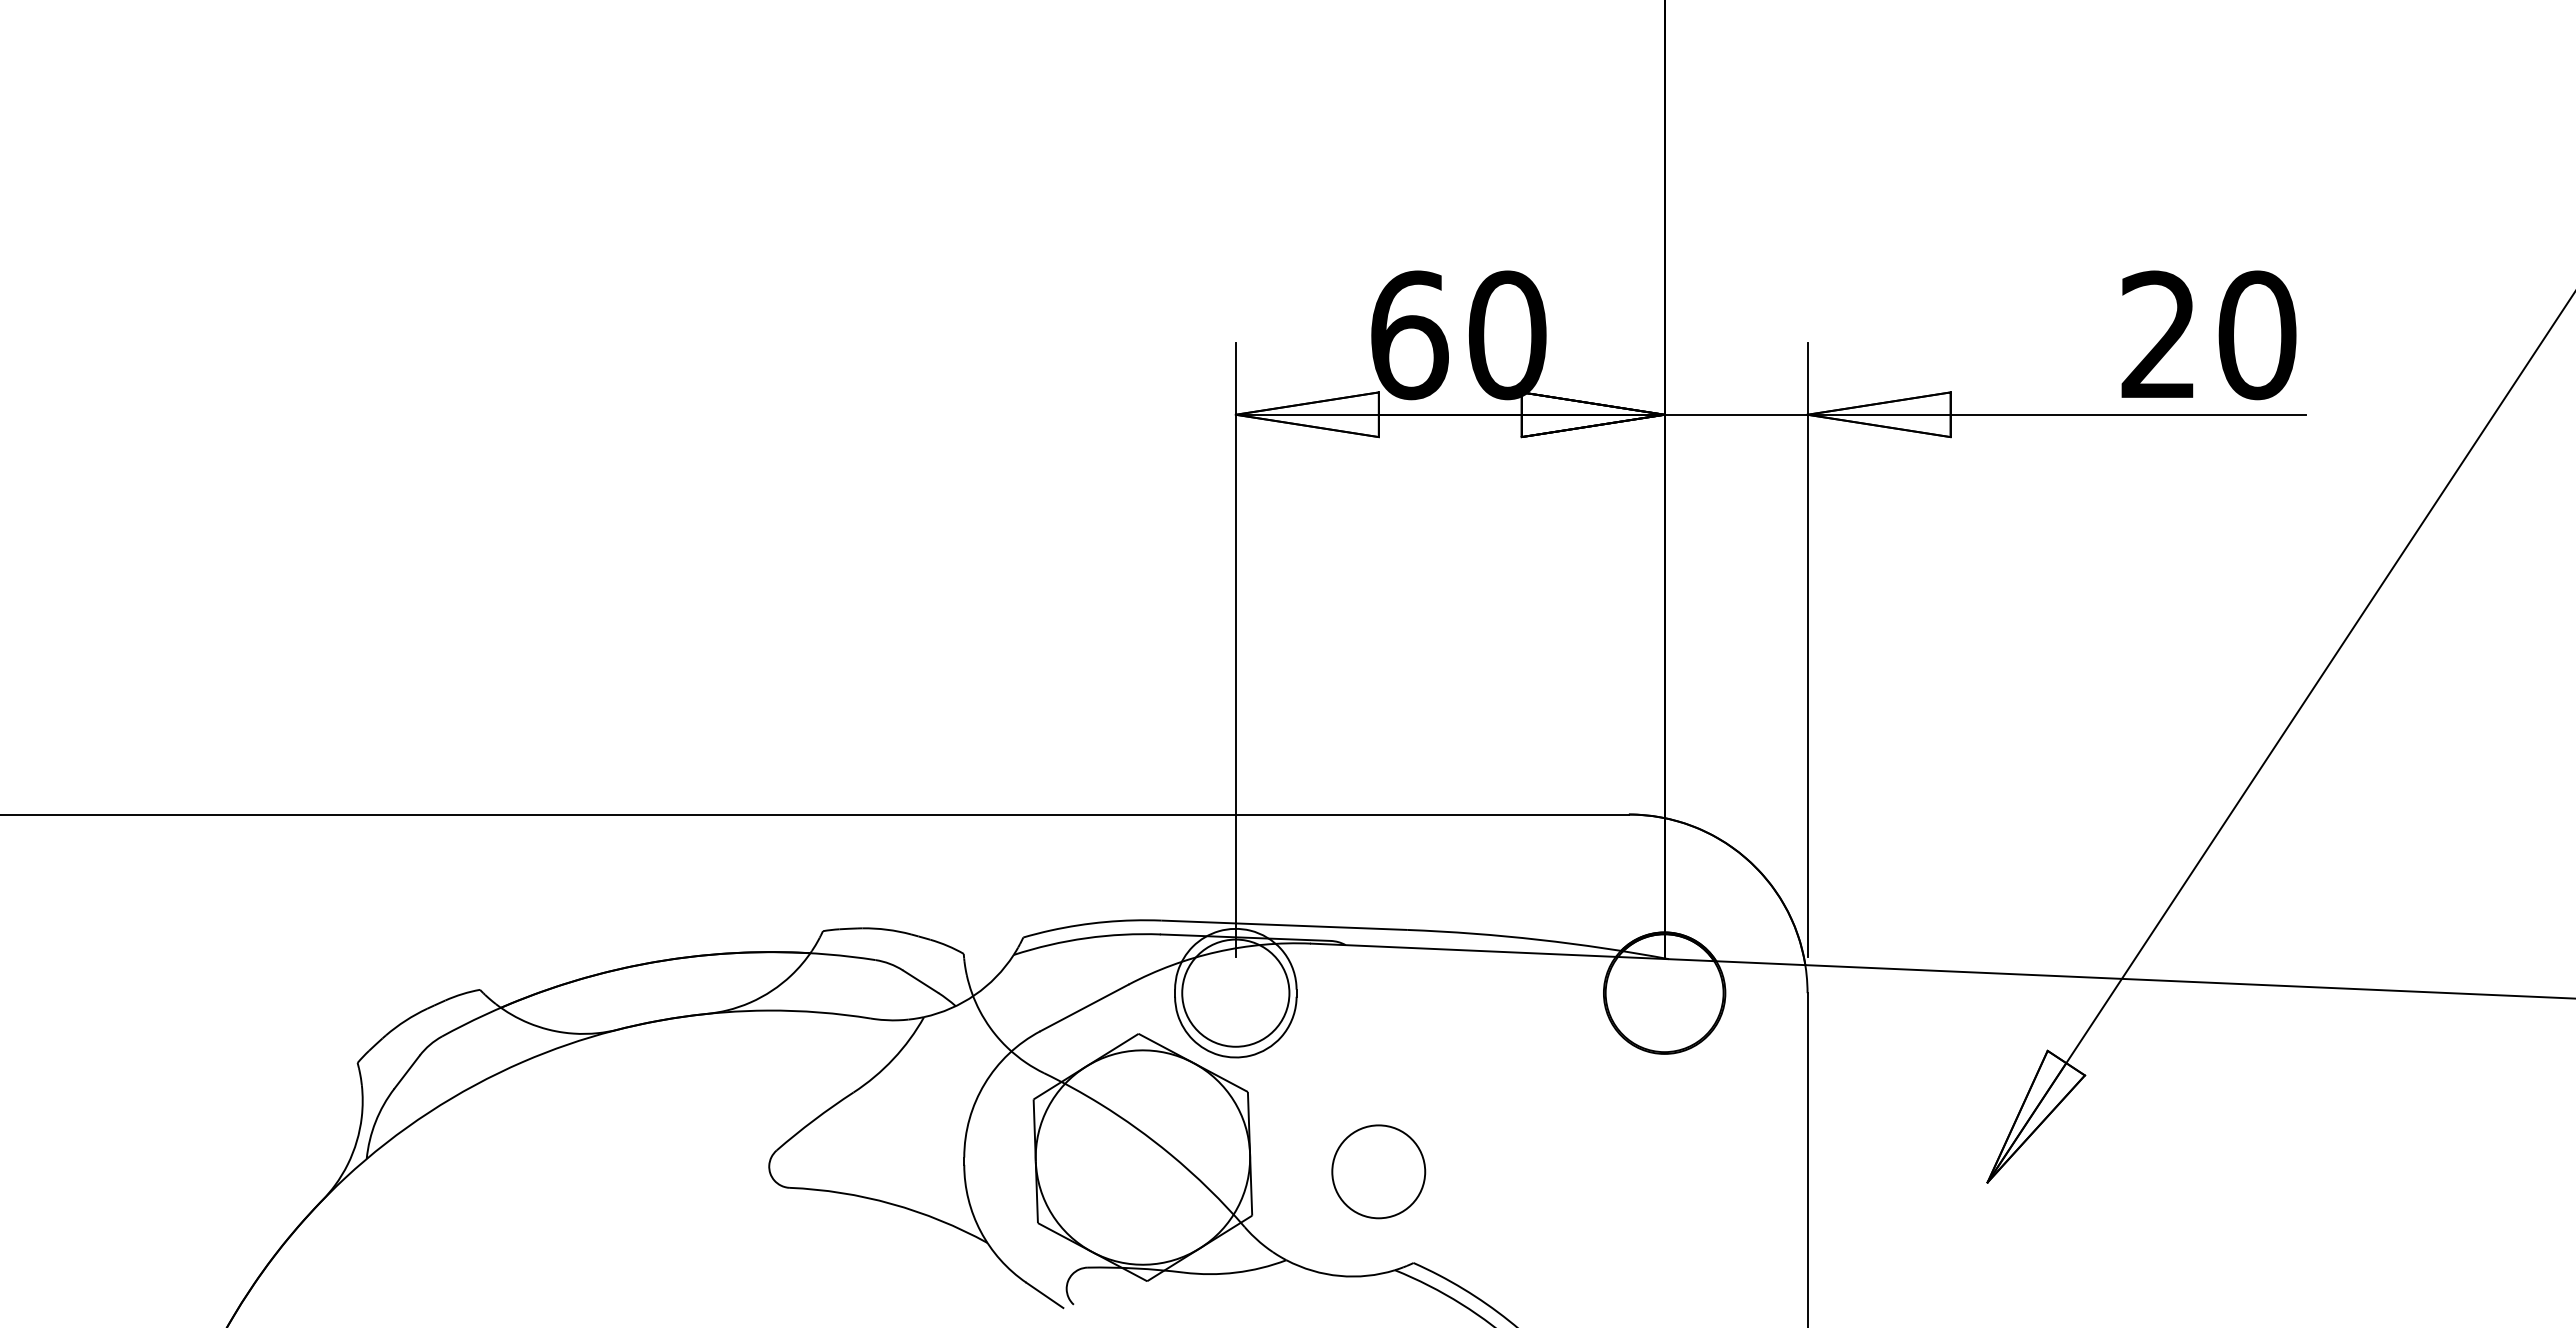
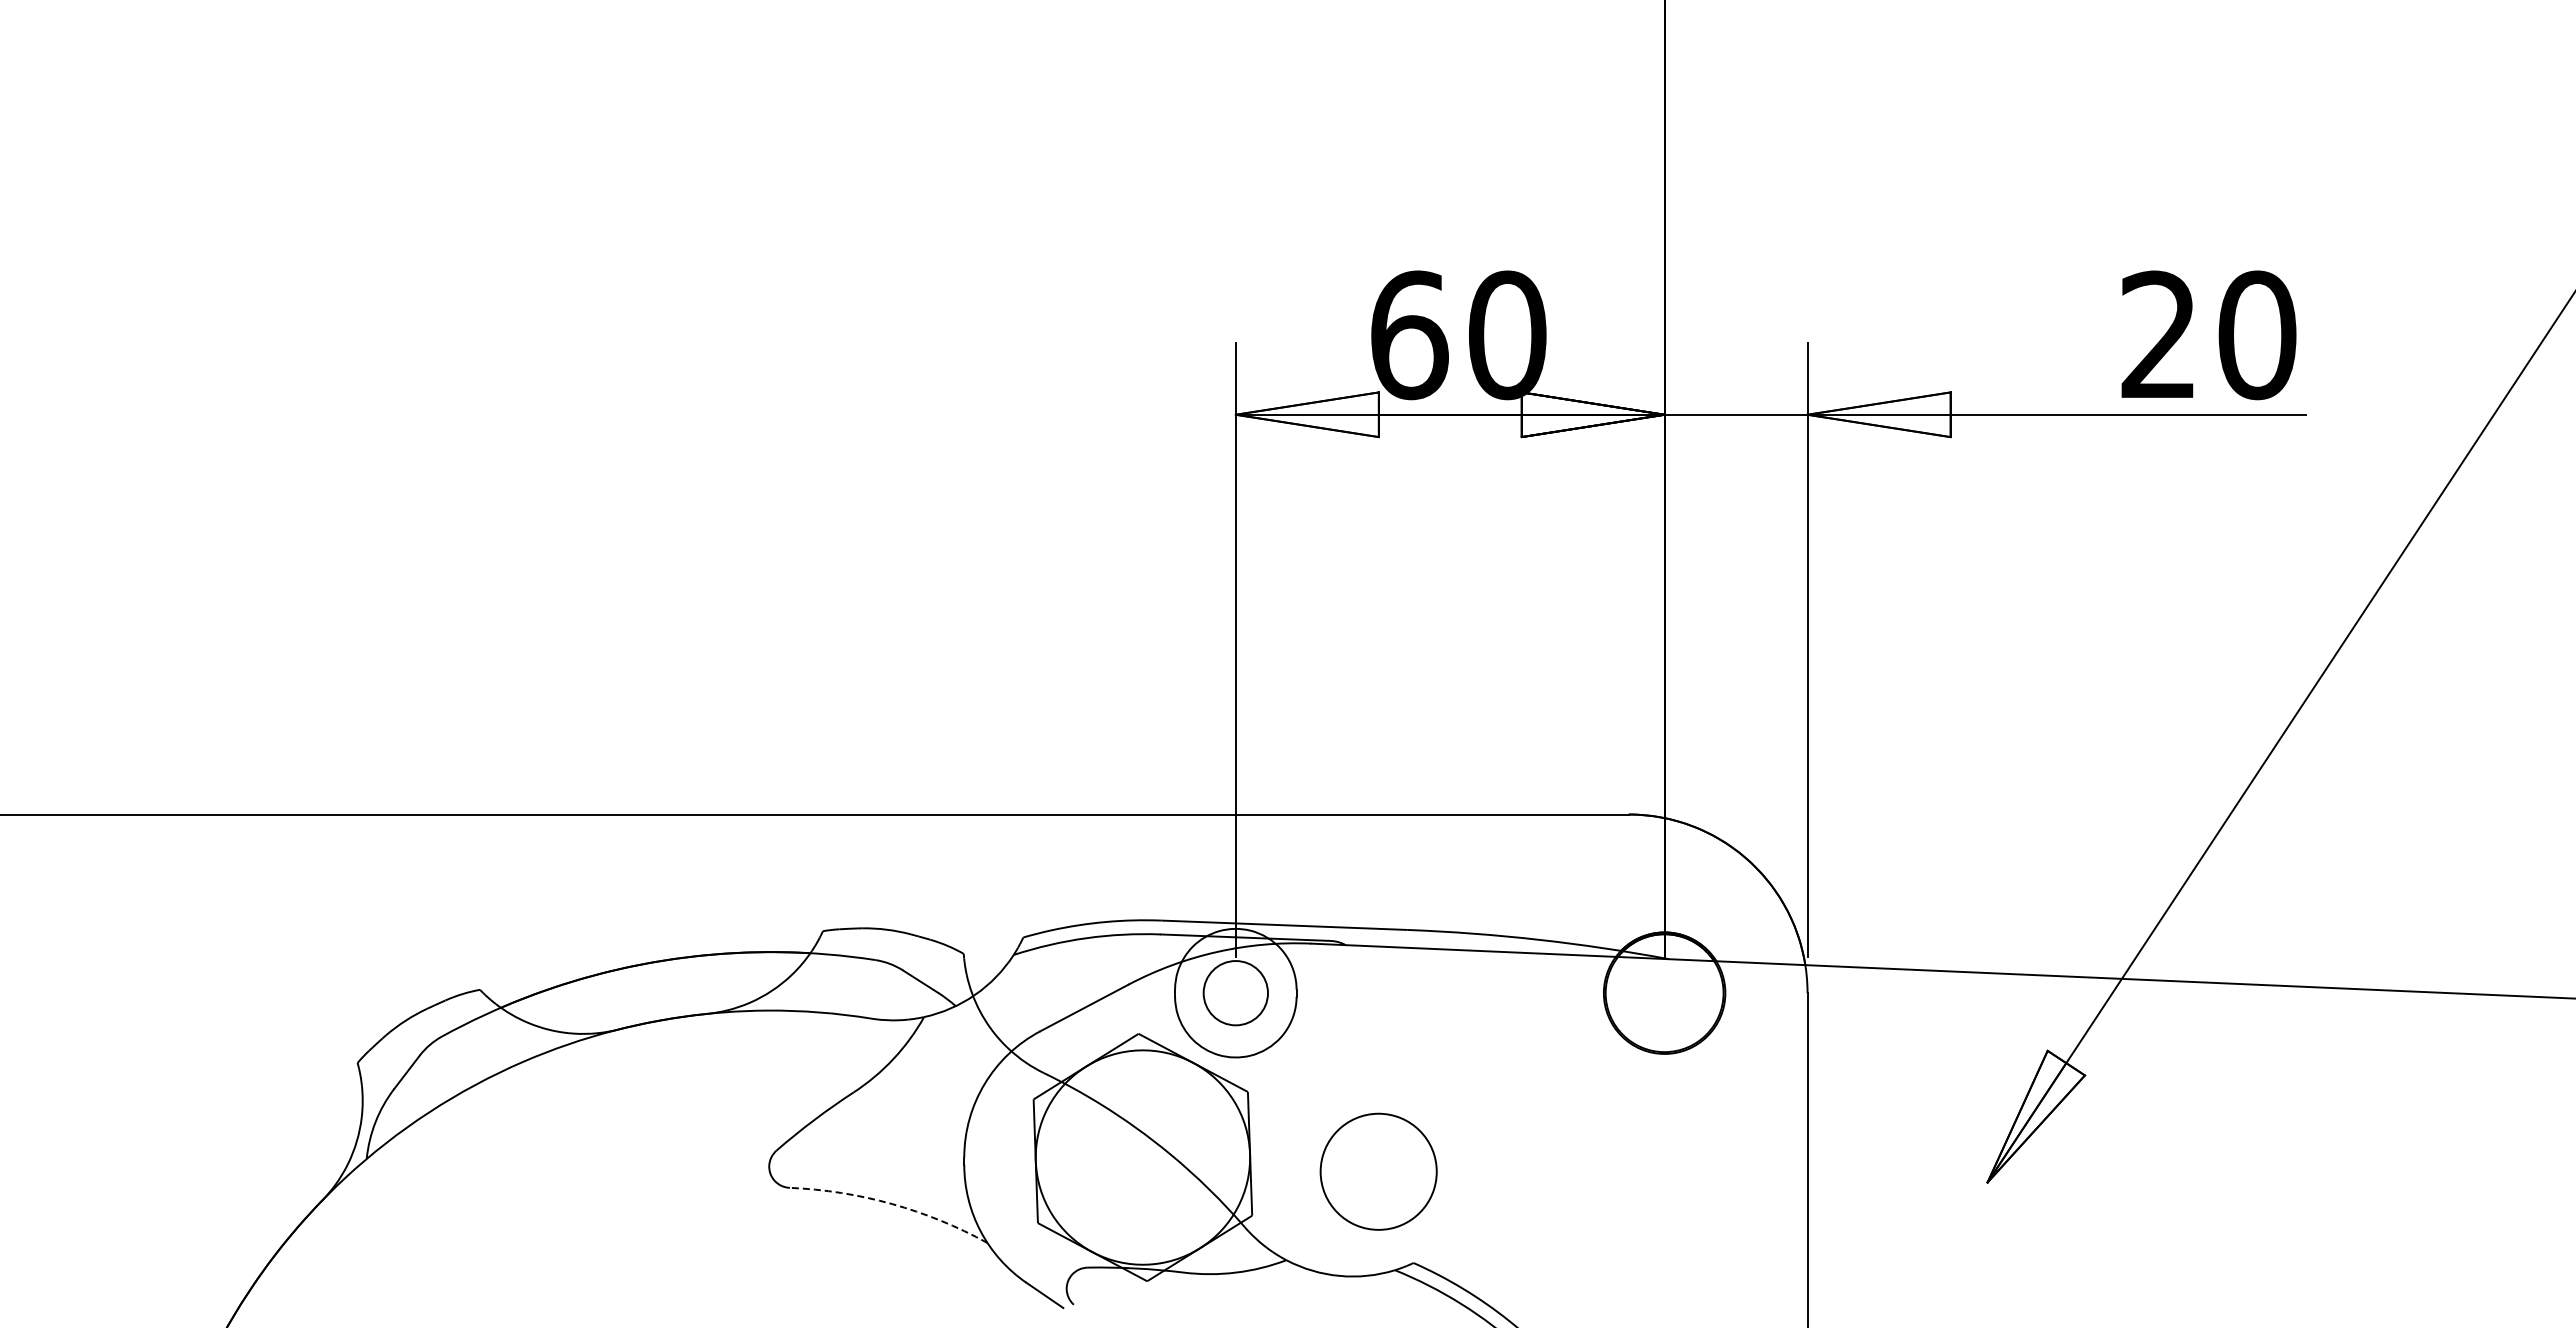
circle at (1235, 992) diameter: 107 px -> 64 px
circle at (1378, 1171) size: 96x96 px -> 119x119 px
arc at (891, 1203): solid -> dashed
